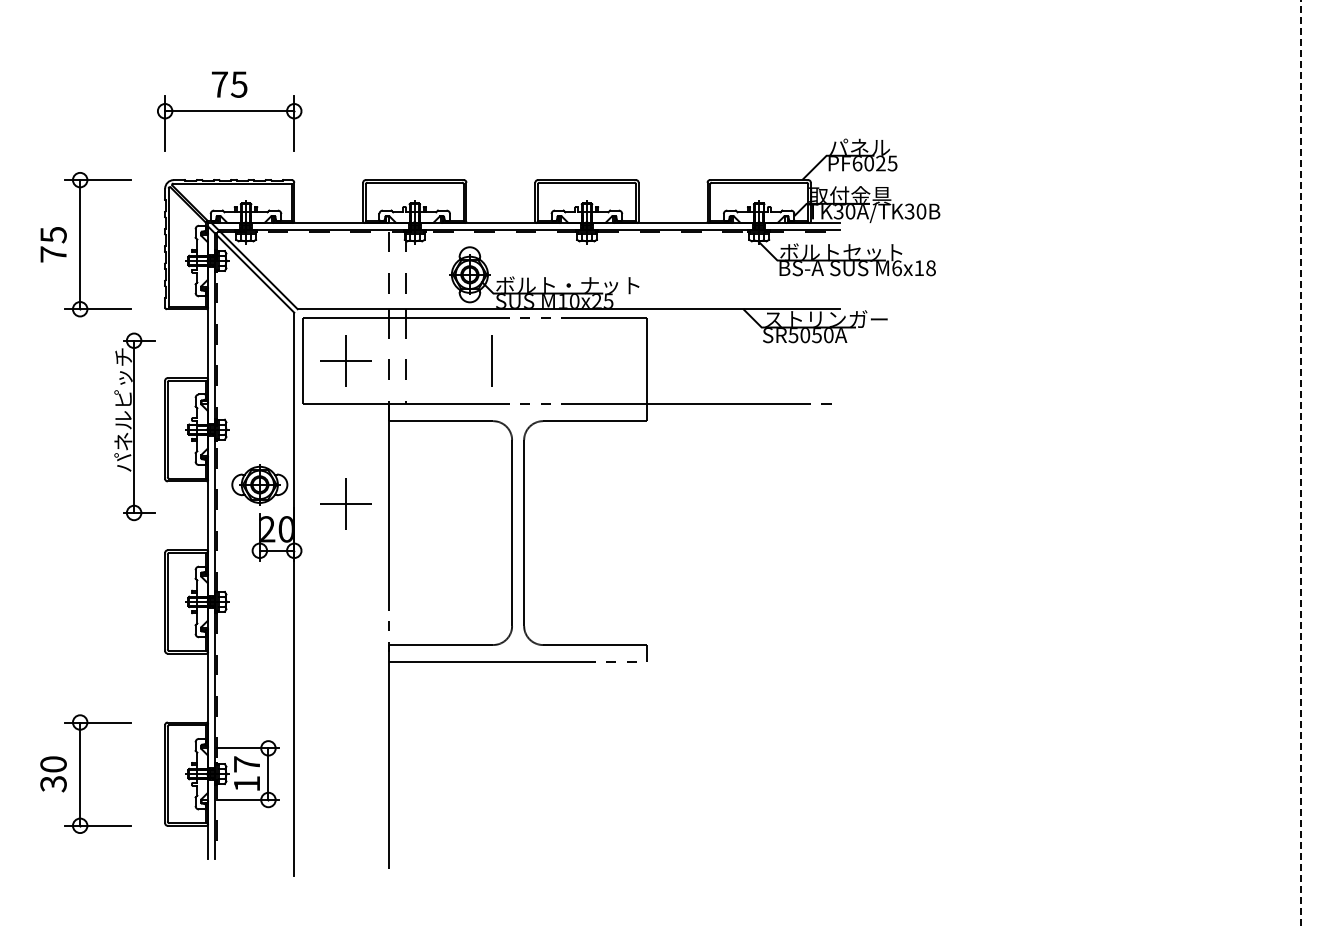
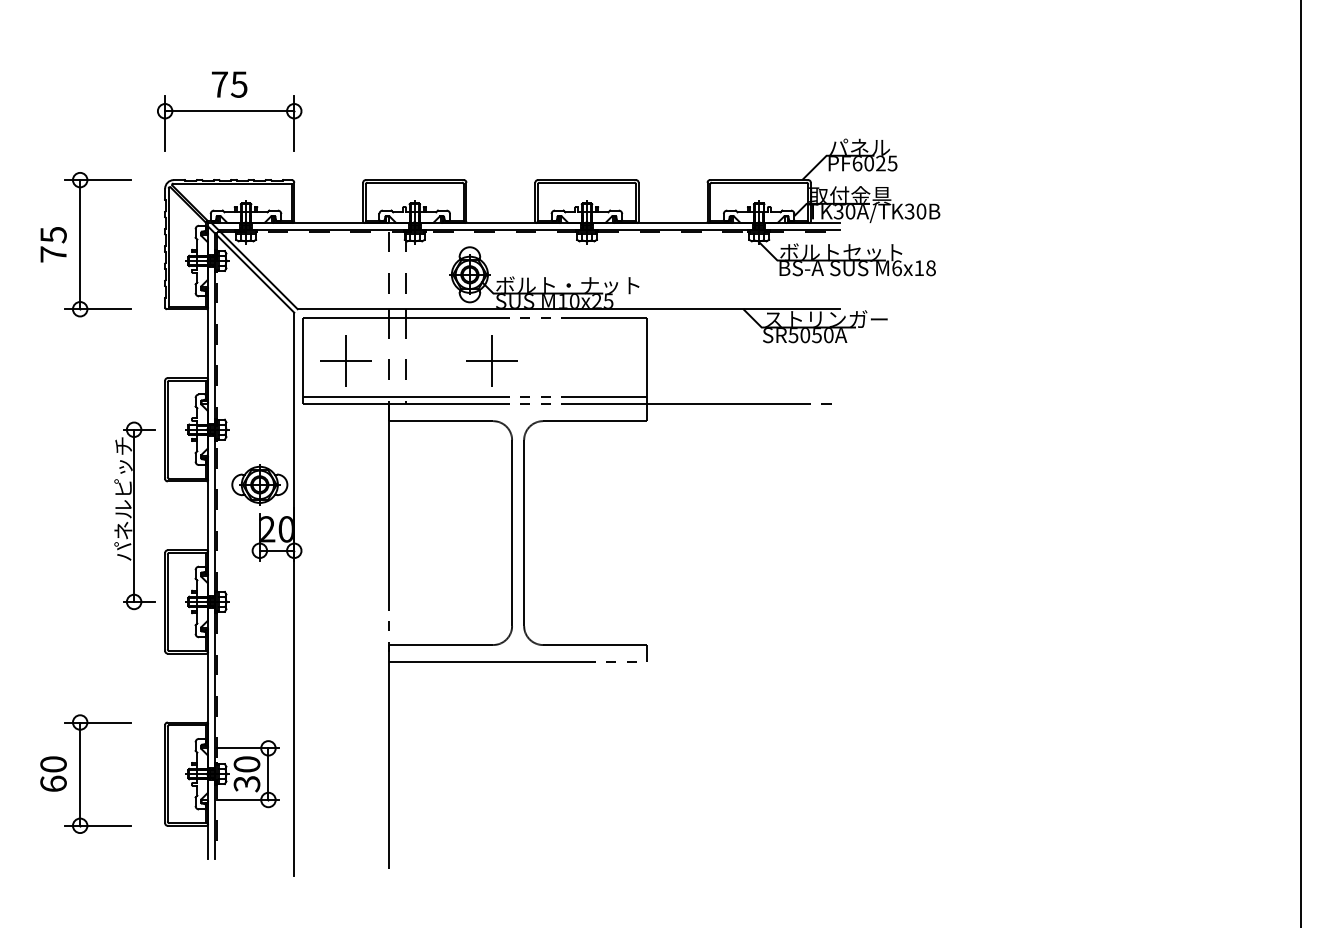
line at (492, 360): none -> present
line at (474, 397): none -> present
part at (134, 426) position: (134, 426) -> (134, 515)
line at (1300, 463): dashed -> solid
part at (345, 503): present -> none
text at (246, 774): 17 -> 30
text at (53, 783): 30 -> 60
